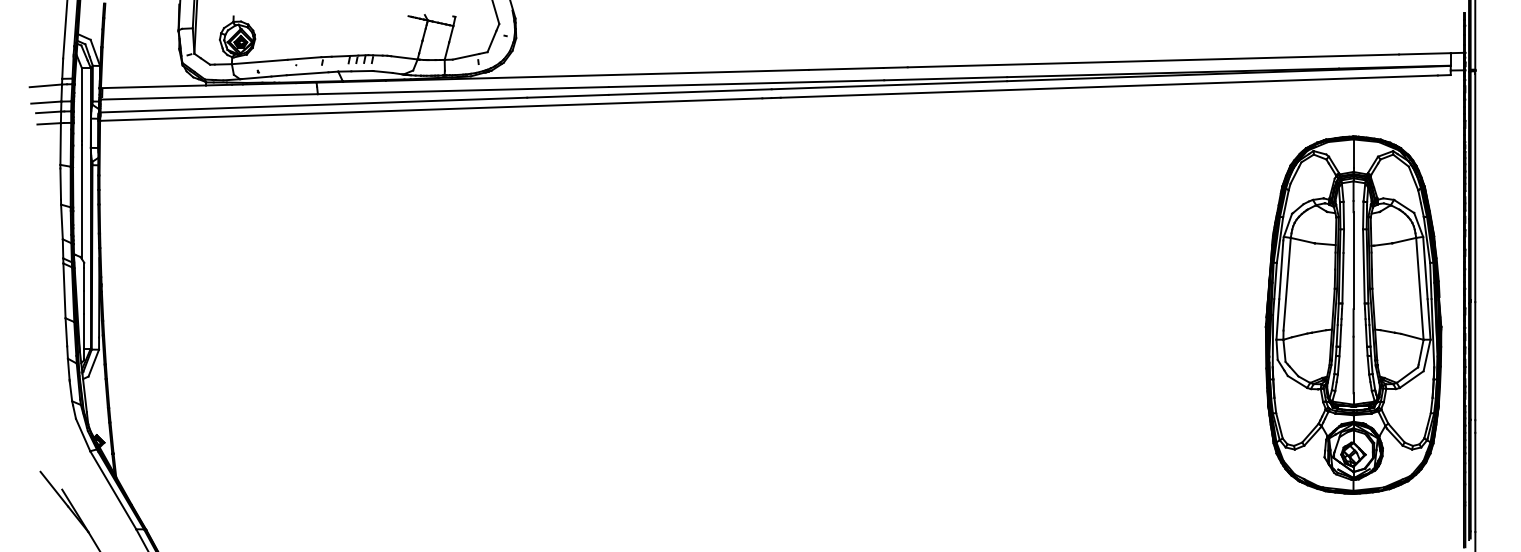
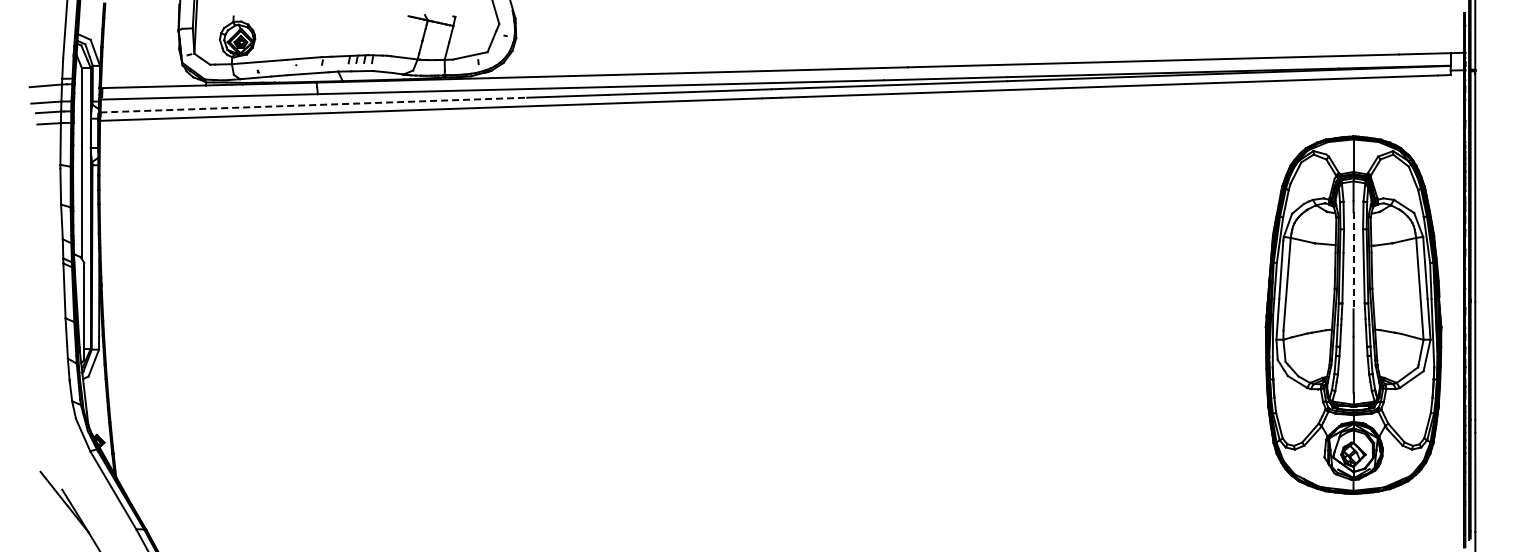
line at (313, 105): solid -> dashed
line at (1353, 260): solid -> dashed
